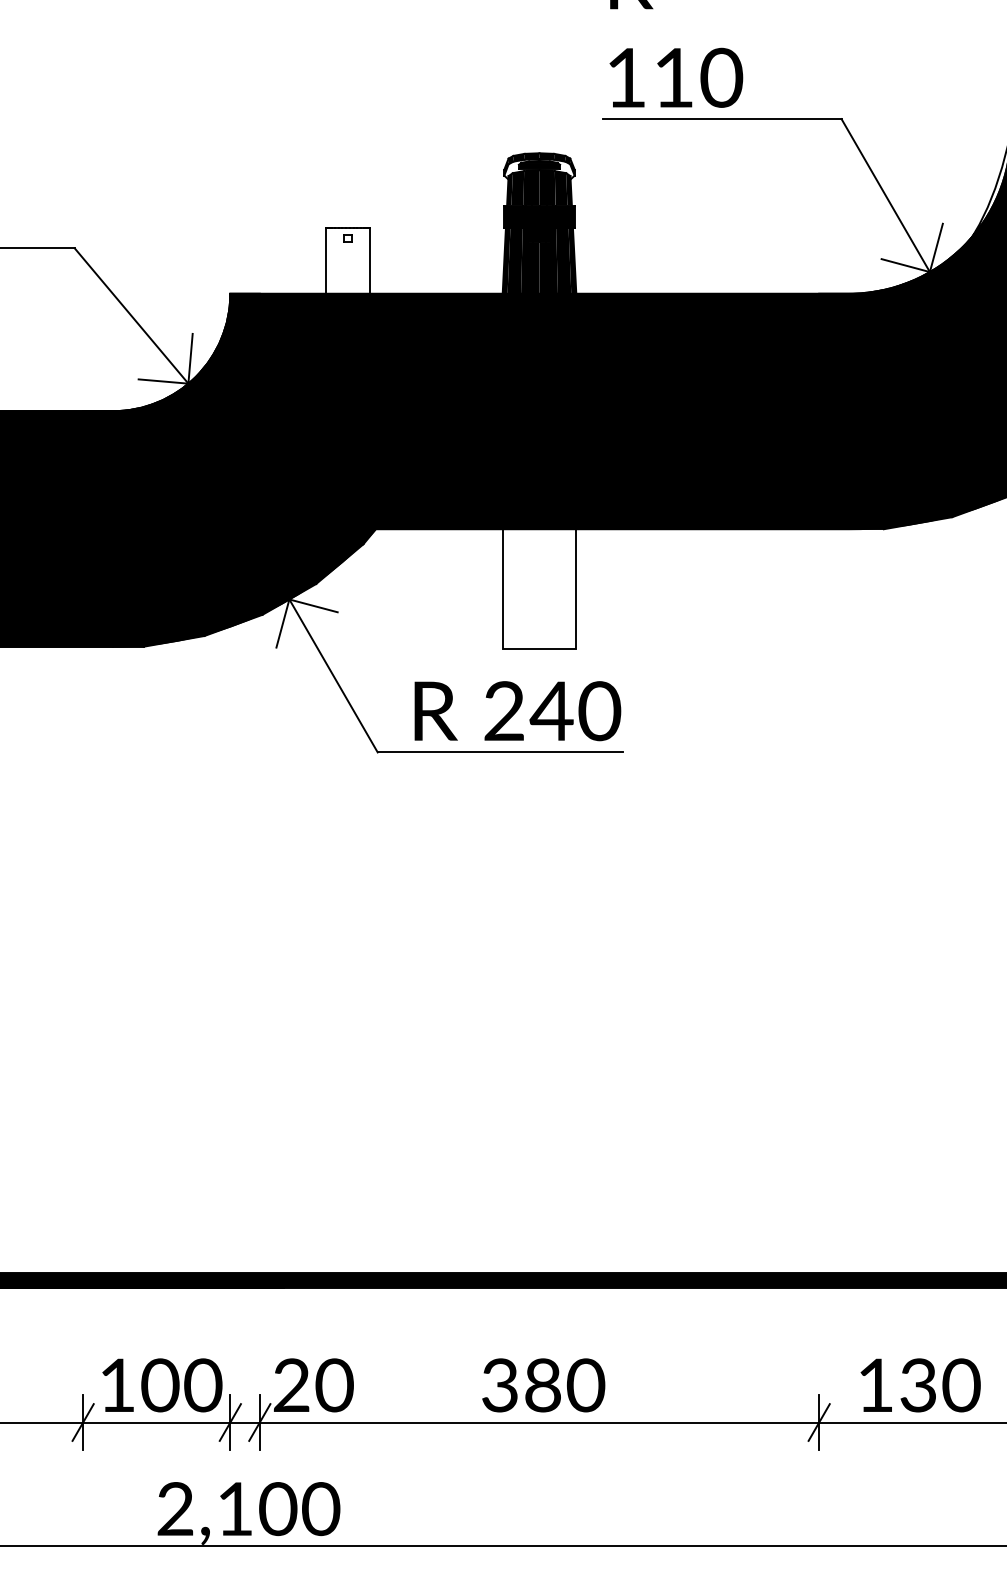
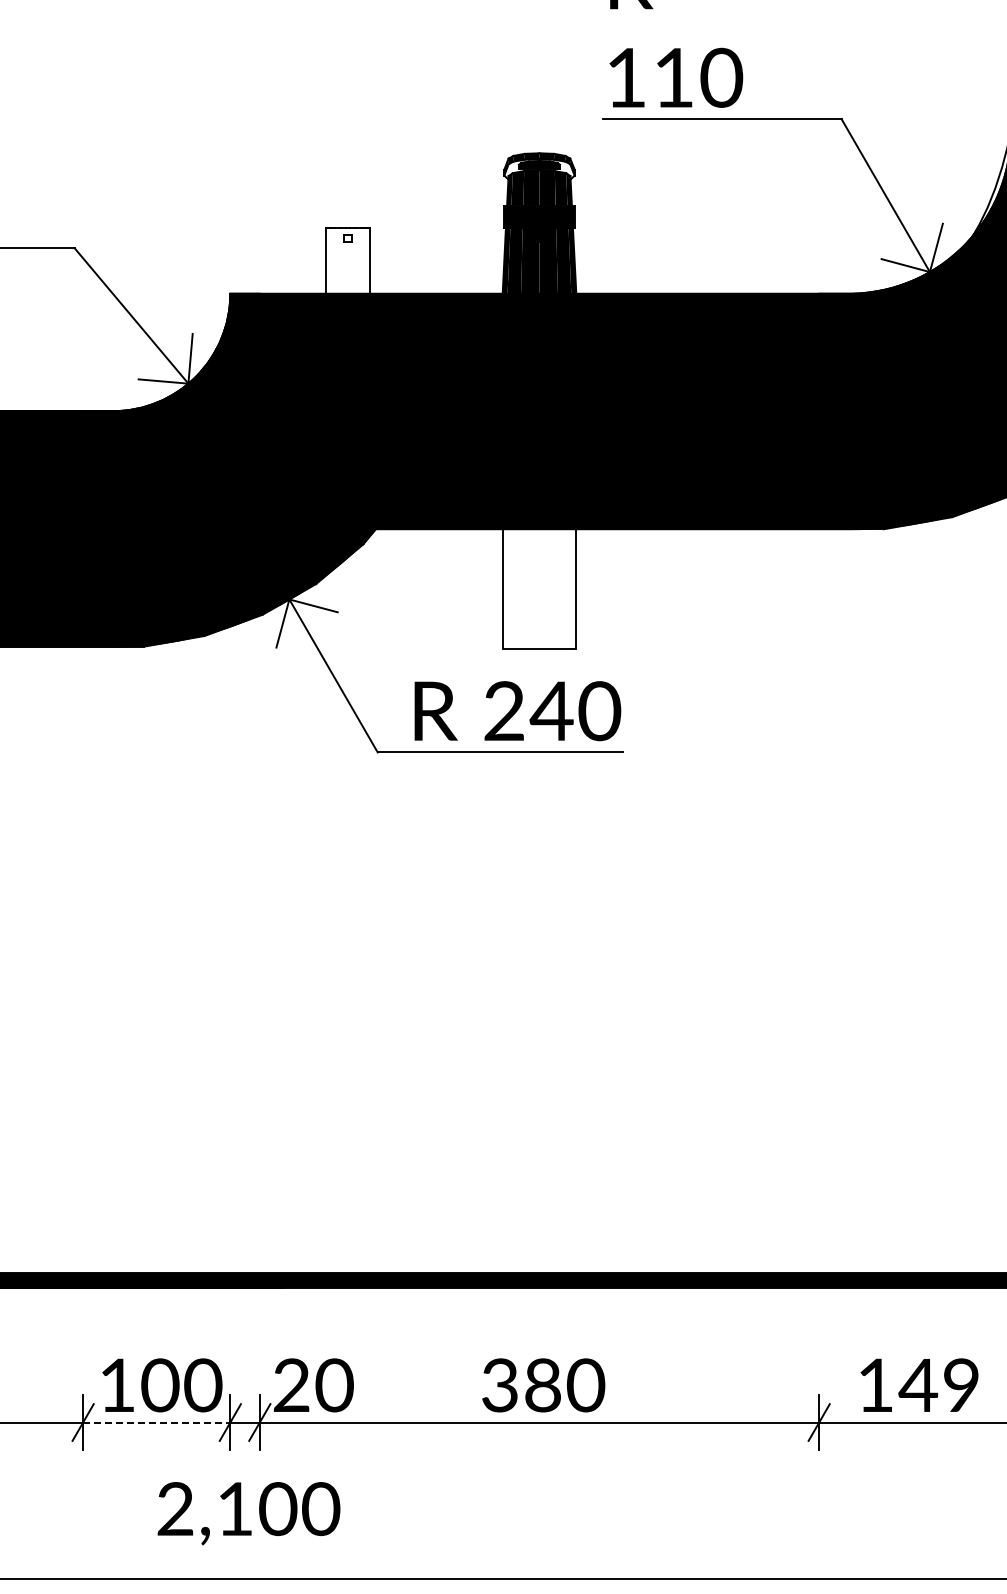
text at (939, 1385): 130 -> 149
line at (156, 1422): solid -> dashed
line at (502, 1546) position: (502, 1546) -> (502, 1579)
